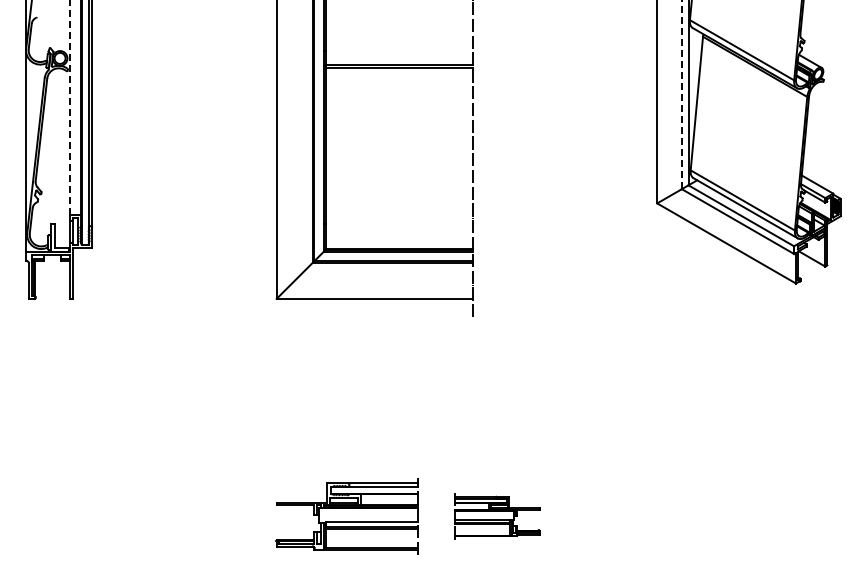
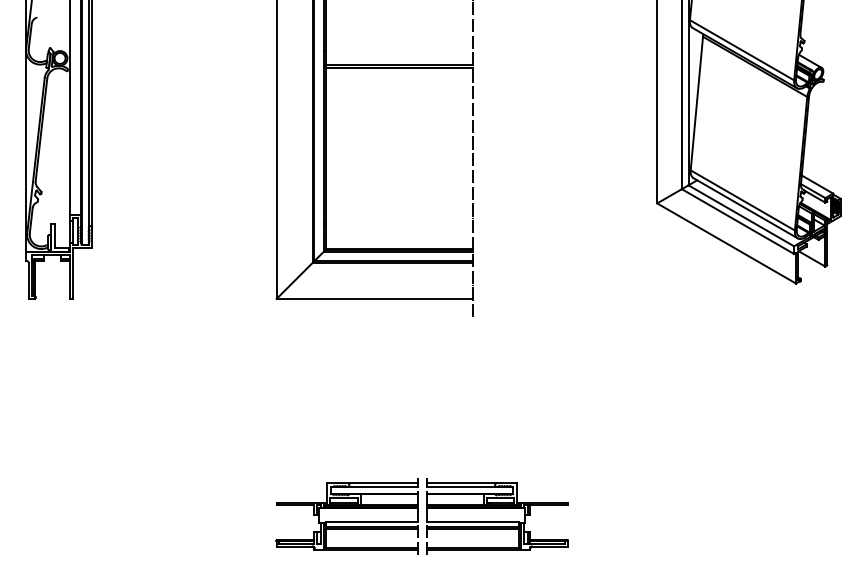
line at (681, 94): dashed -> solid
line at (70, 107): dashed -> solid
part at (497, 516) size: 87x47 px -> 143x77 px
